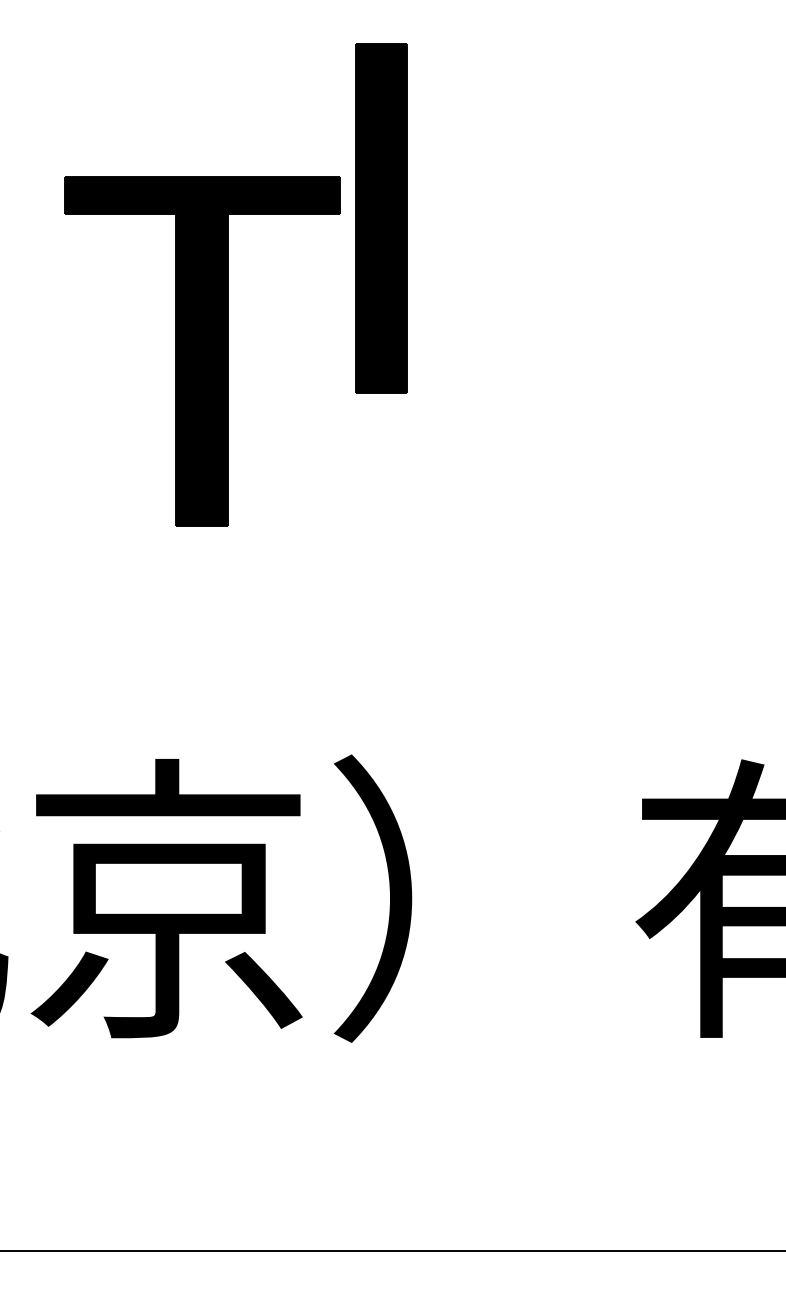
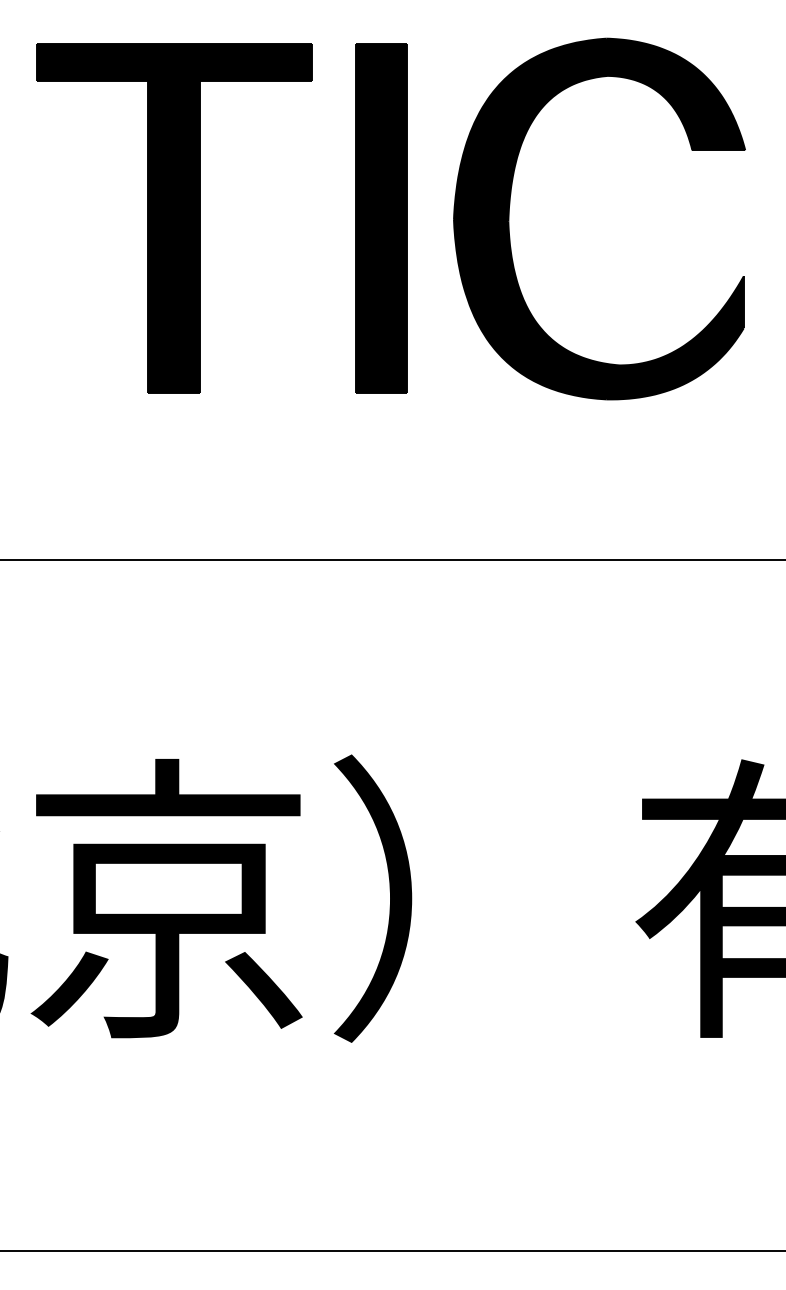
part at (510, 205): none -> present
part at (202, 351) position: (202, 351) -> (174, 218)
line at (392, 559): none -> present
